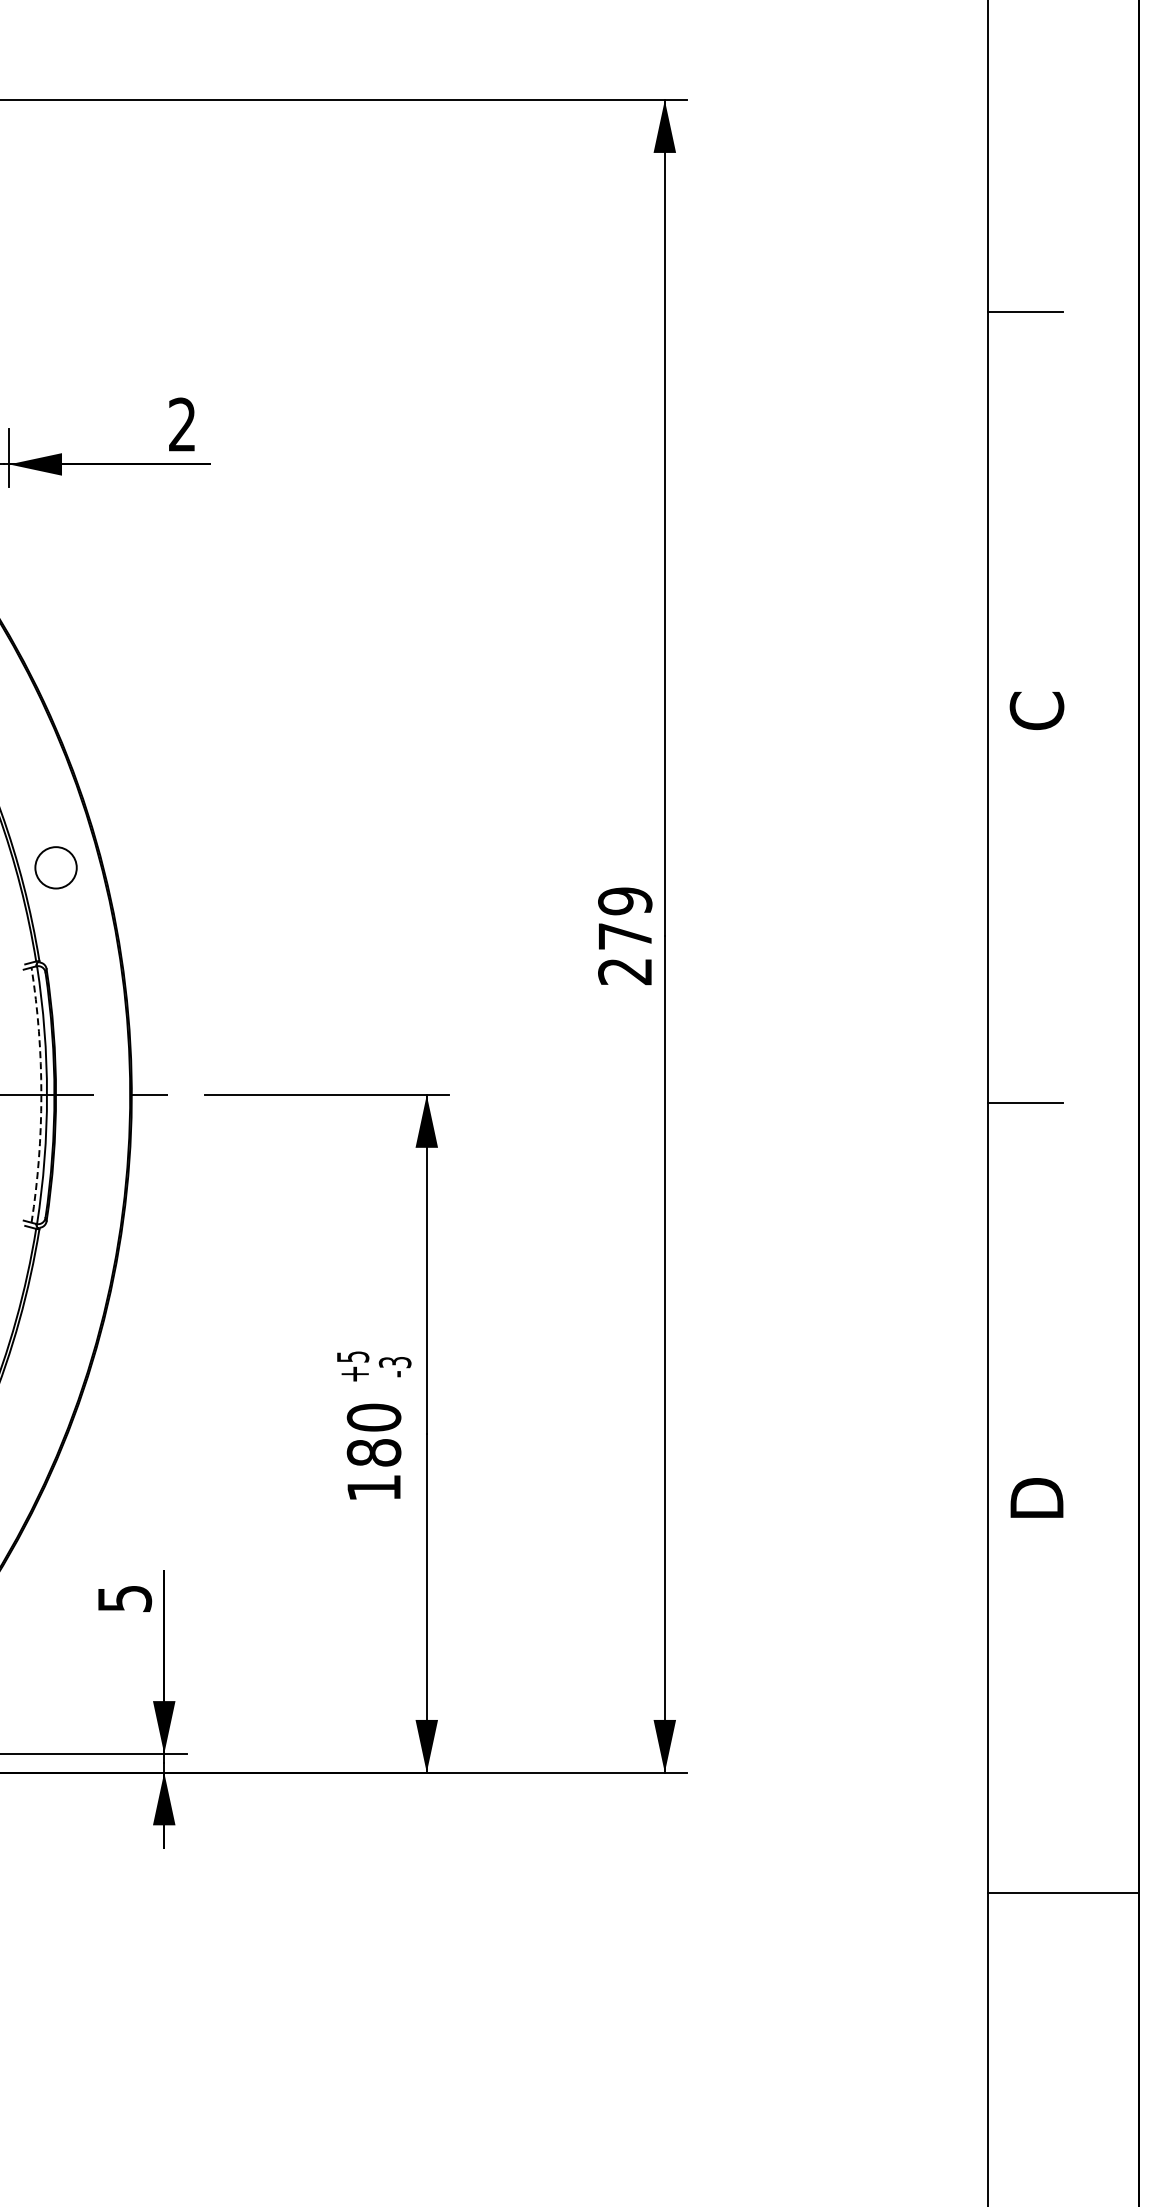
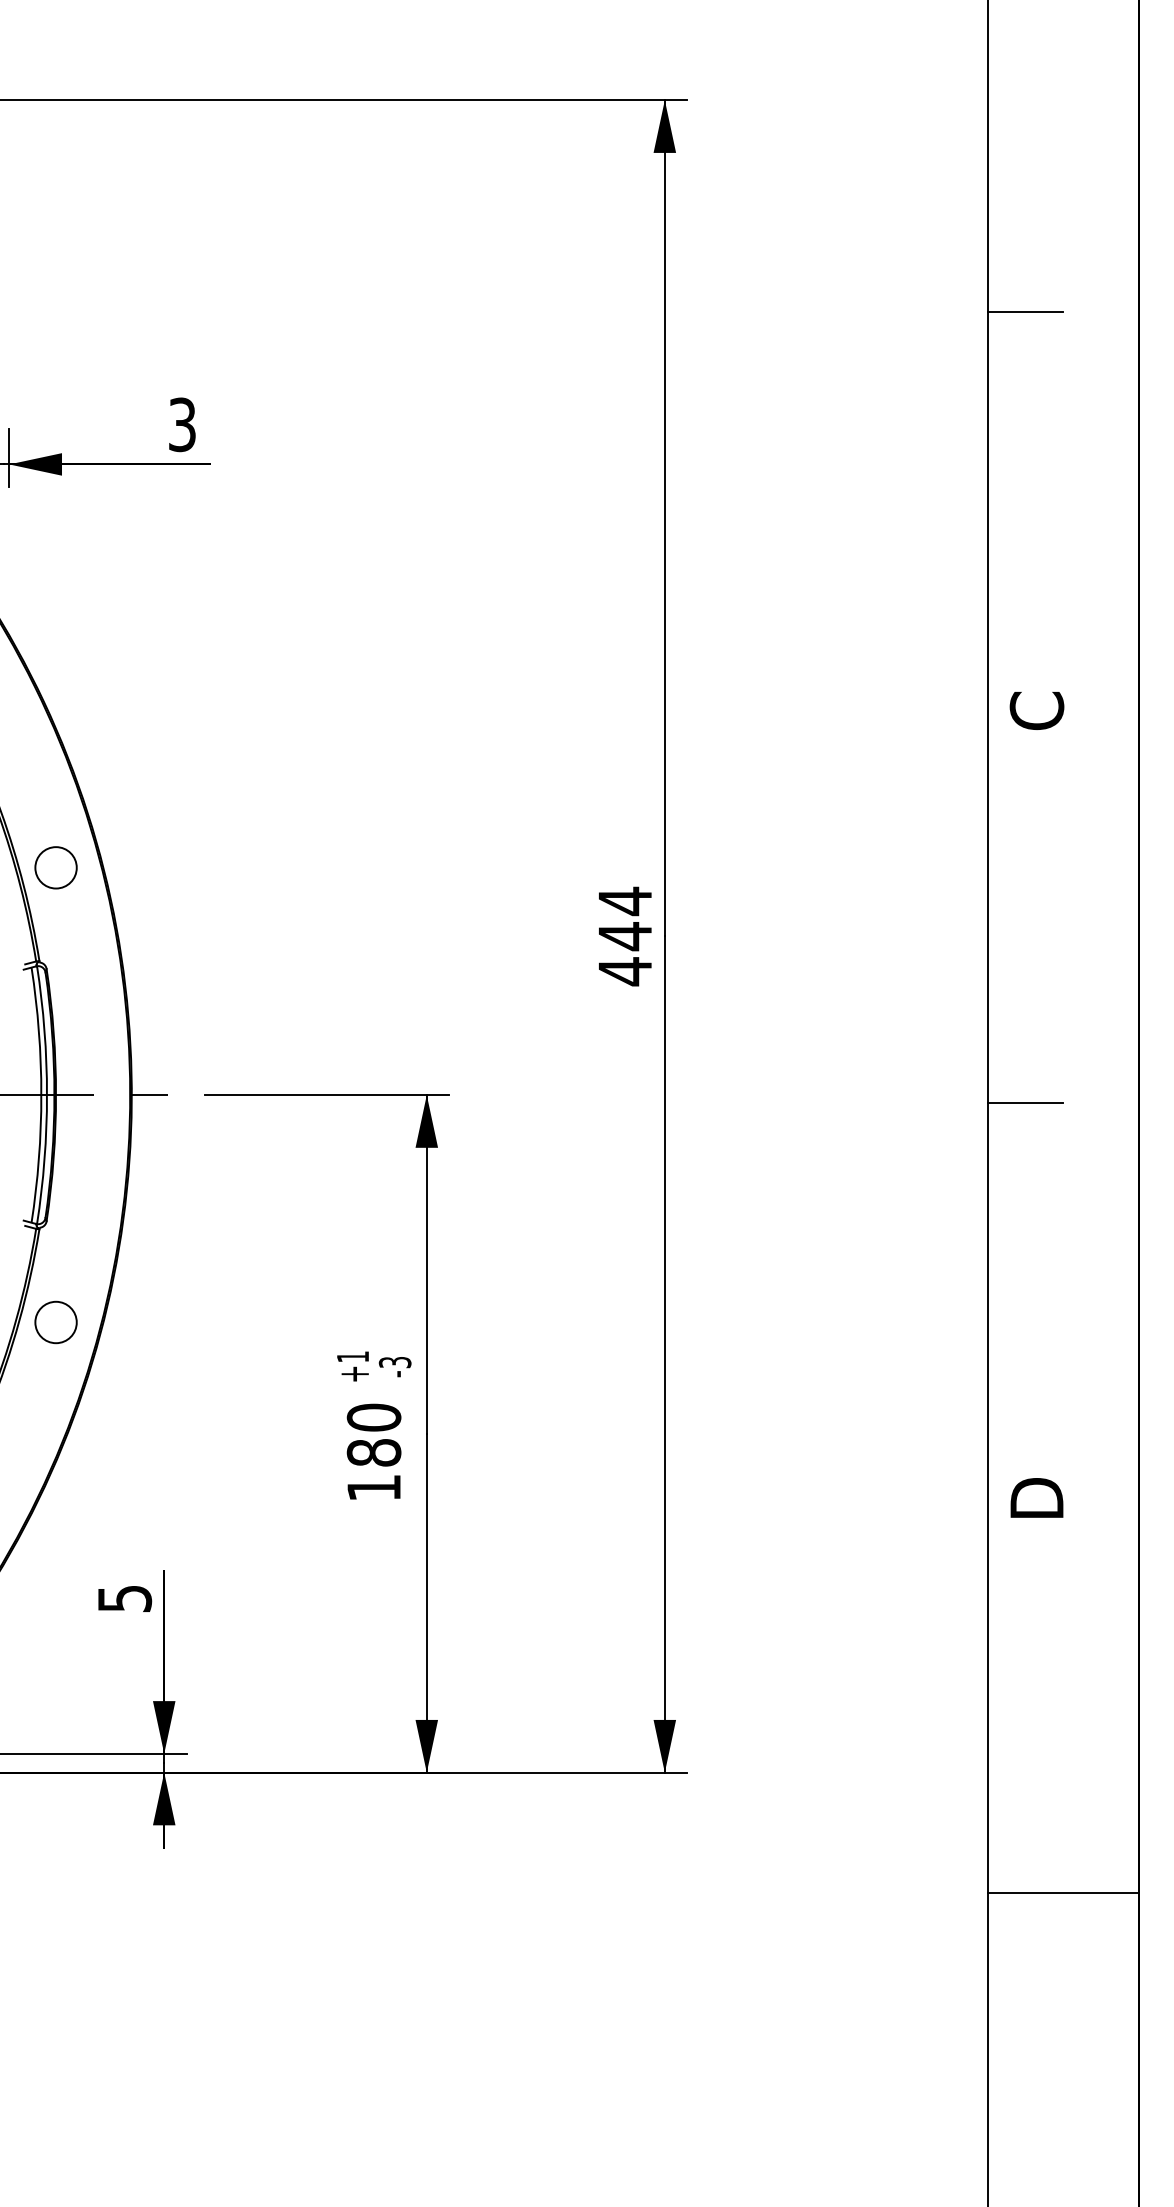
text at (182, 424): 2 -> 3
text at (625, 936): 279 -> 444
arc at (41, 1095): dashed -> solid
circle at (55, 1322): none -> present
text at (353, 1356): +5 -> +1
